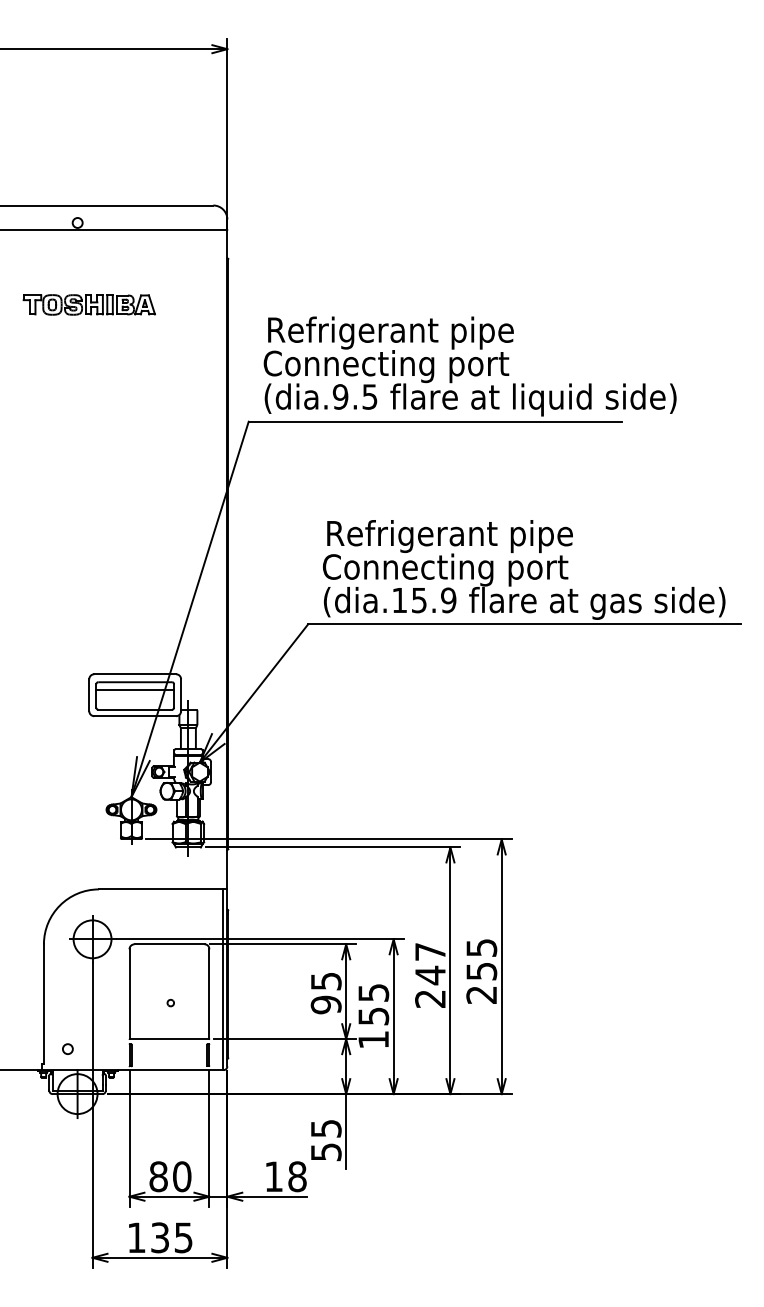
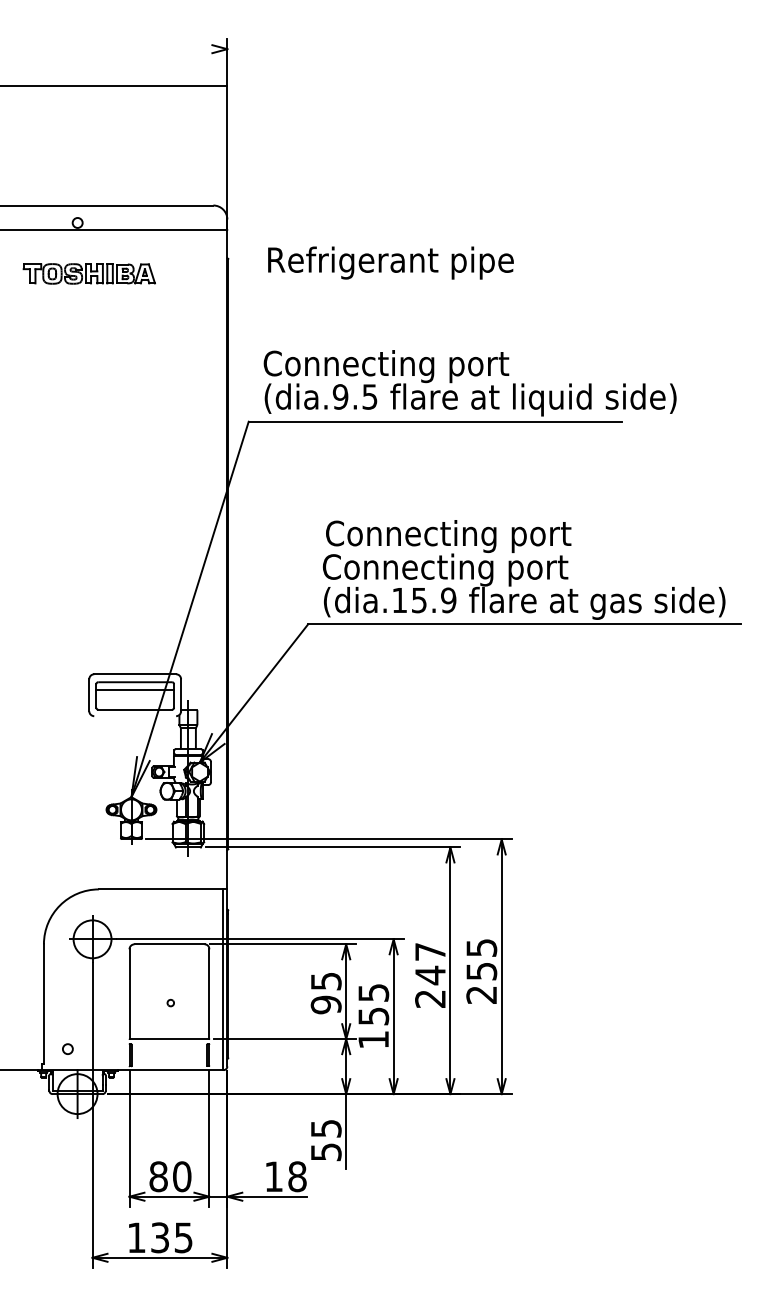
line at (114, 49) position: (114, 49) -> (114, 86)
part at (88, 304) position: (88, 304) -> (88, 273)
text at (390, 332) position: (390, 332) -> (390, 262)
text at (449, 536): Refrigerant pipe -> Connecting port
line at (135, 716): present -> none
